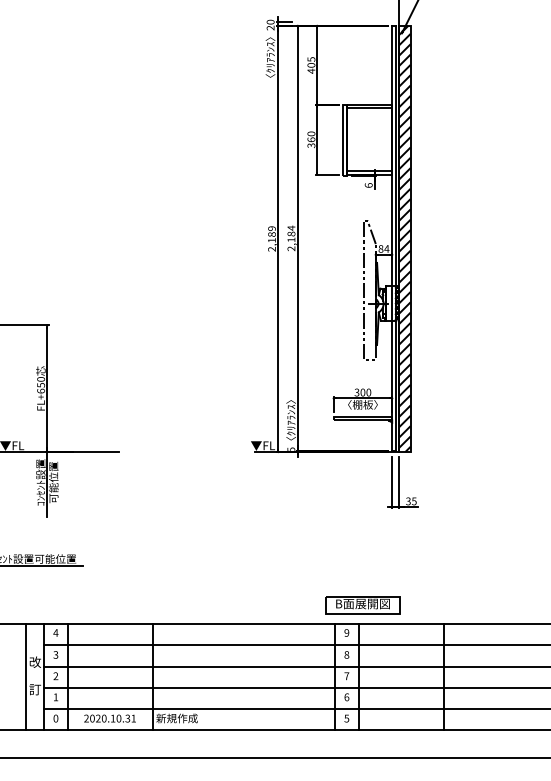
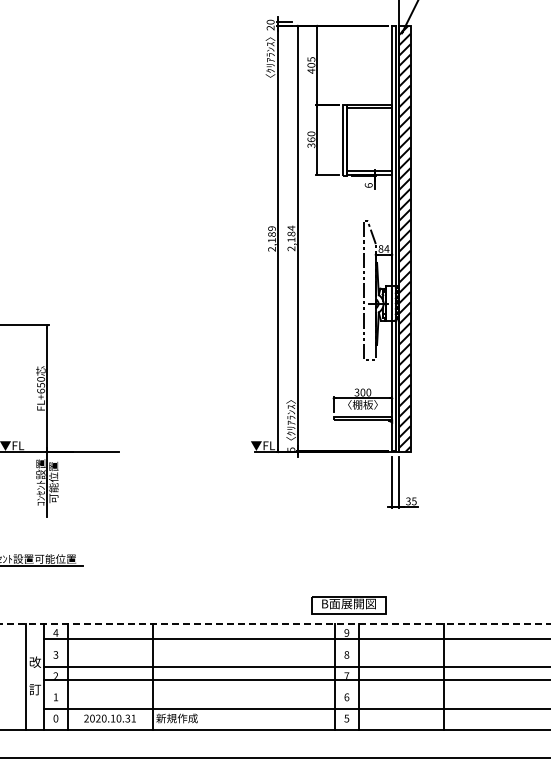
part at (362, 605) position: (362, 605) -> (348, 605)
line at (275, 624): solid -> dashed
line at (295, 645) position: (295, 645) -> (295, 639)
line at (295, 687) position: (295, 687) -> (295, 679)
